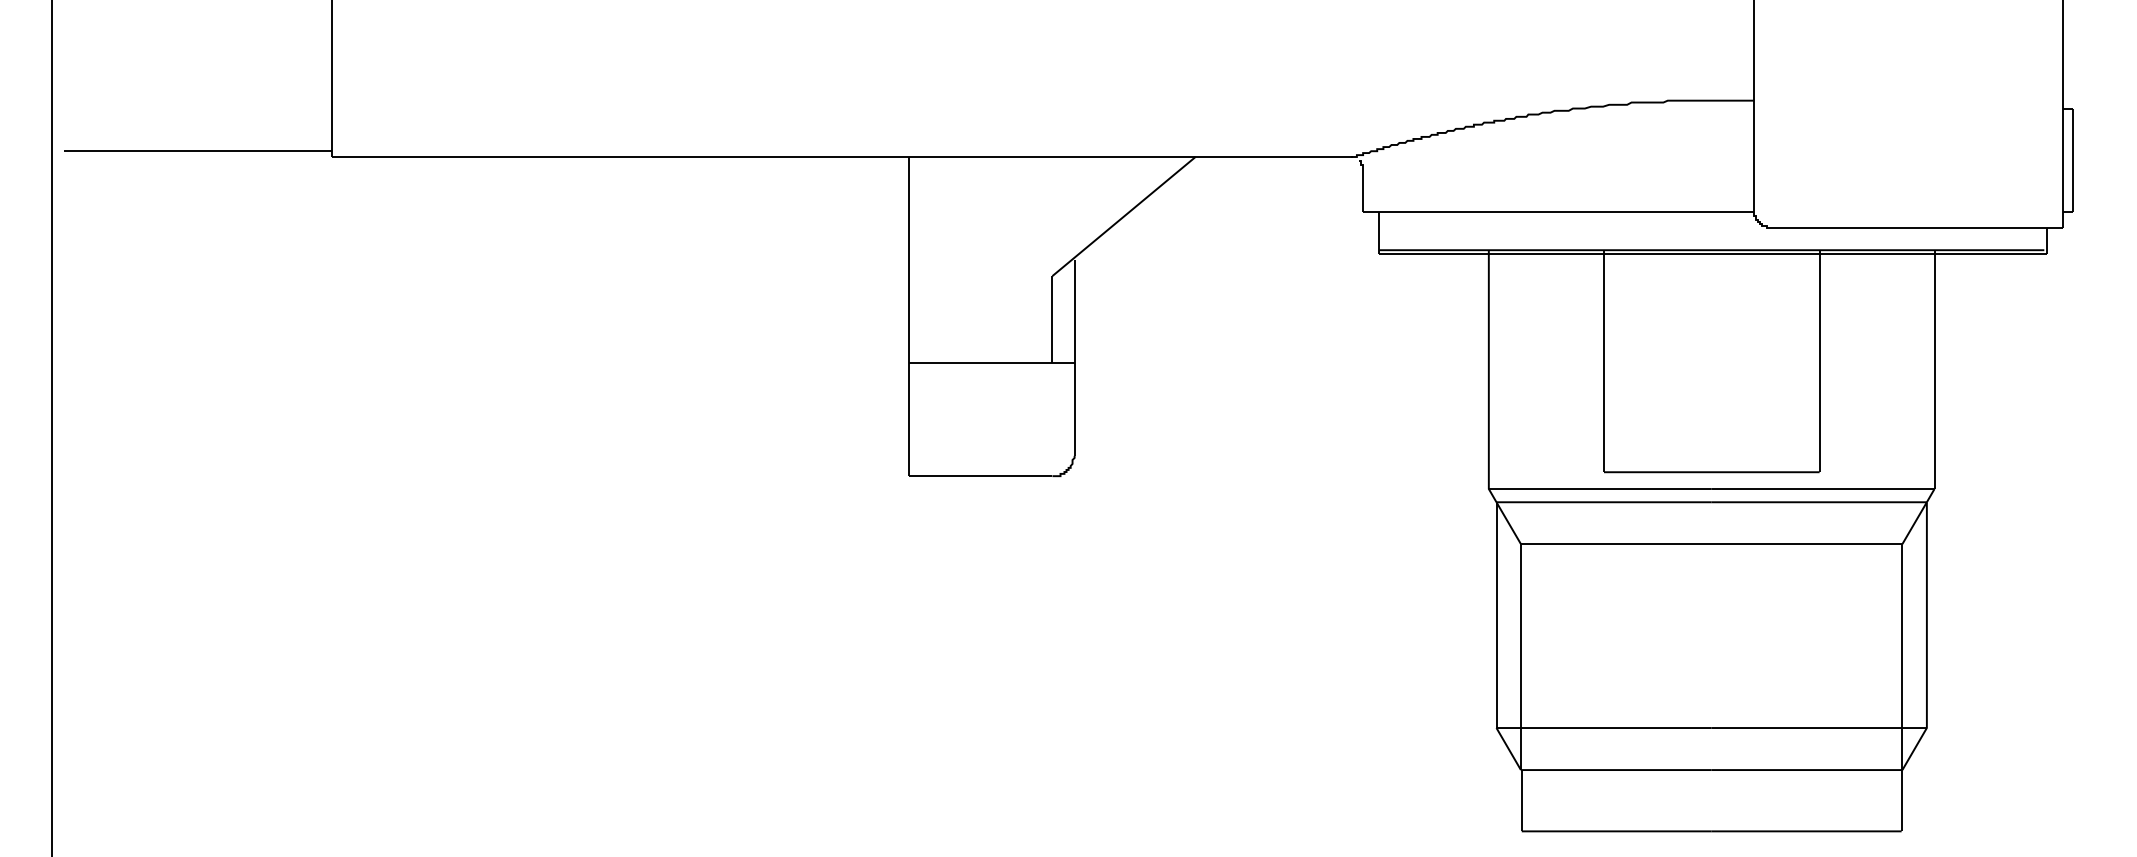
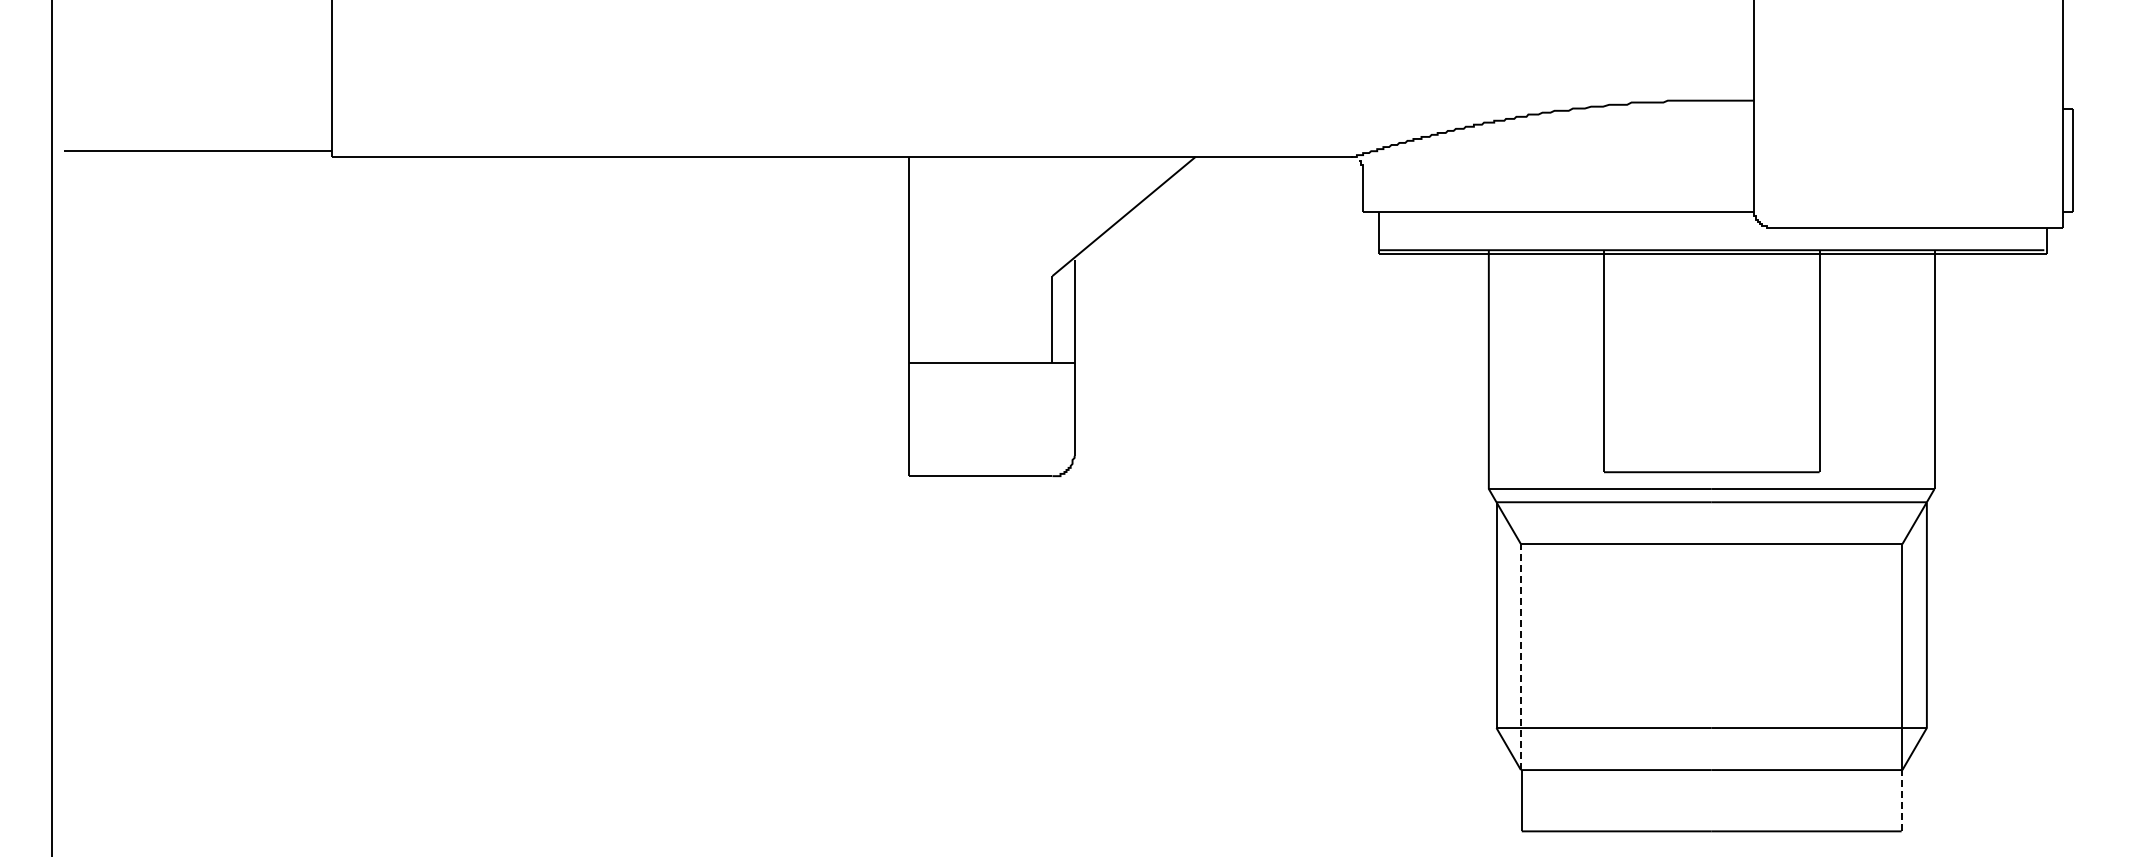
line at (1520, 657): solid -> dashed
line at (1901, 800): solid -> dashed
